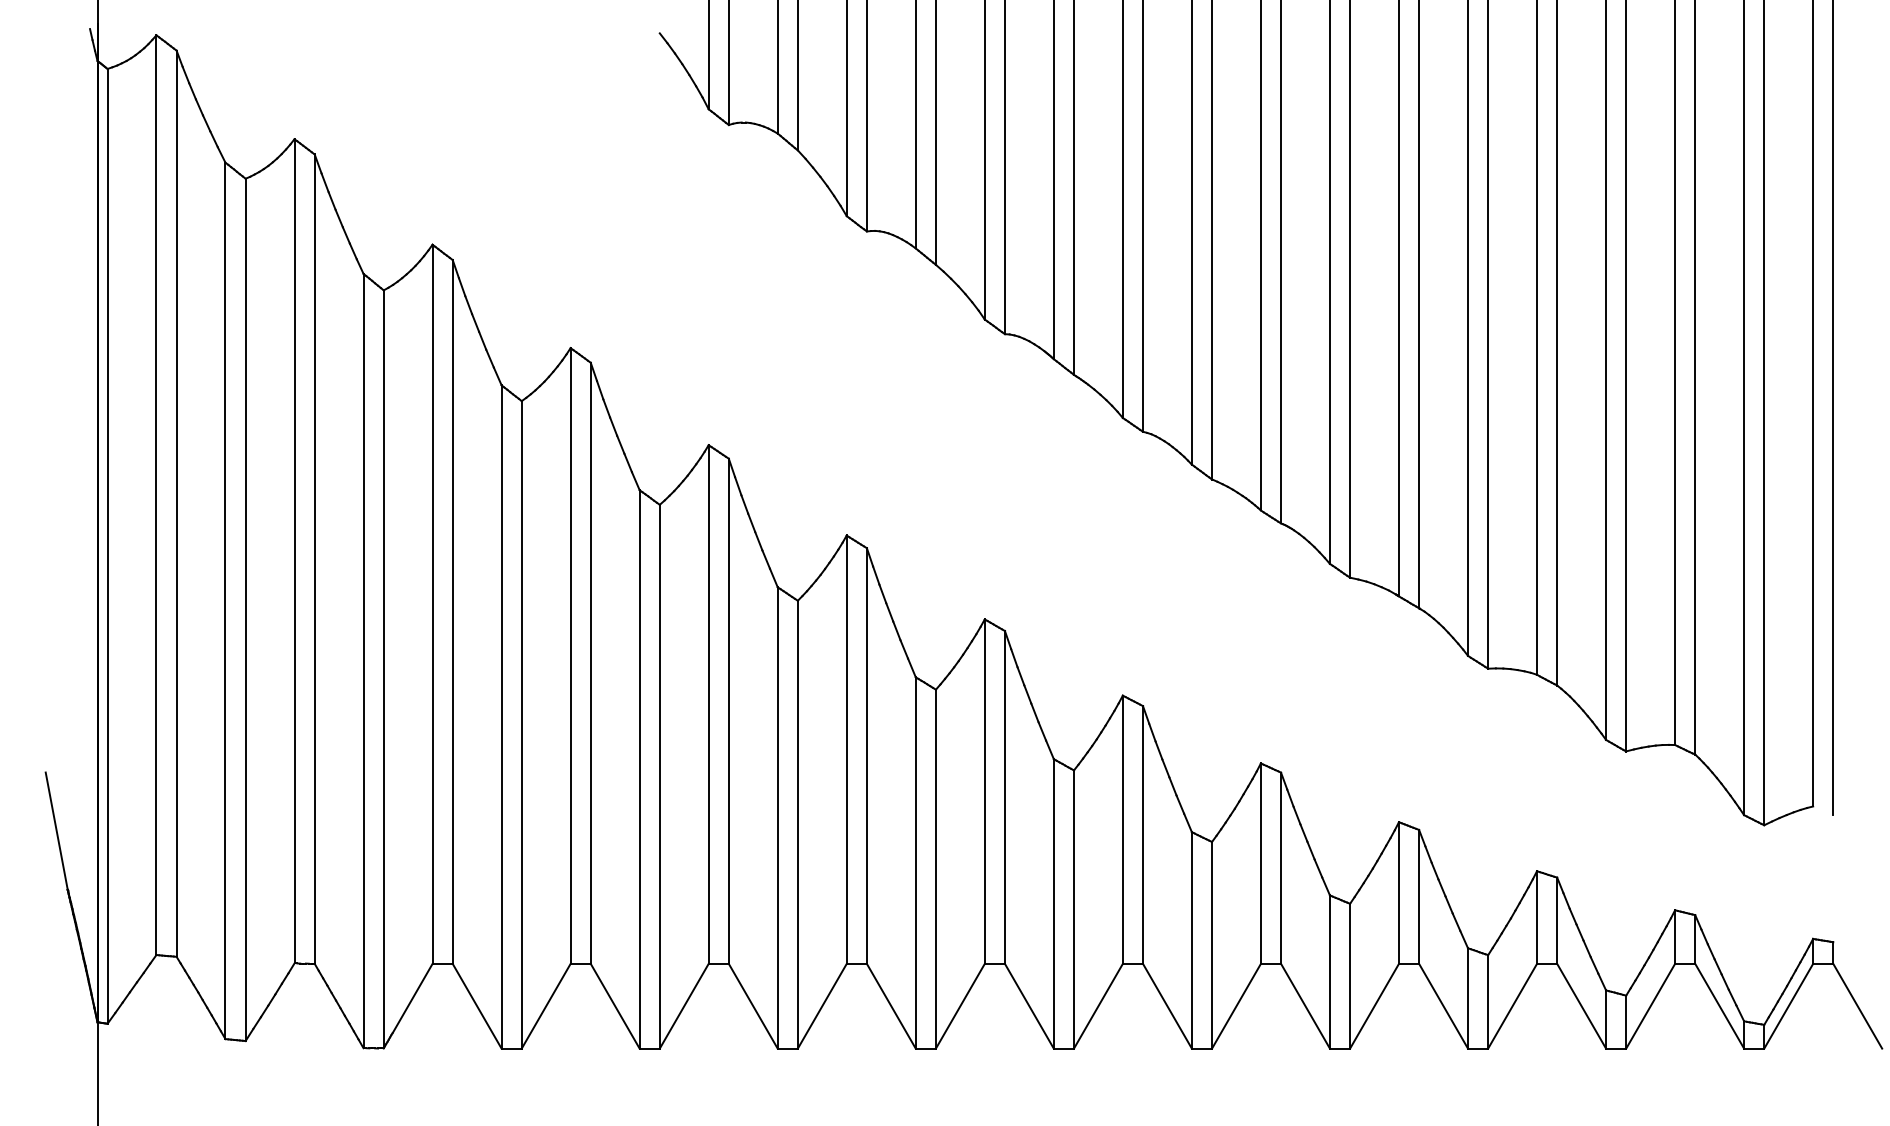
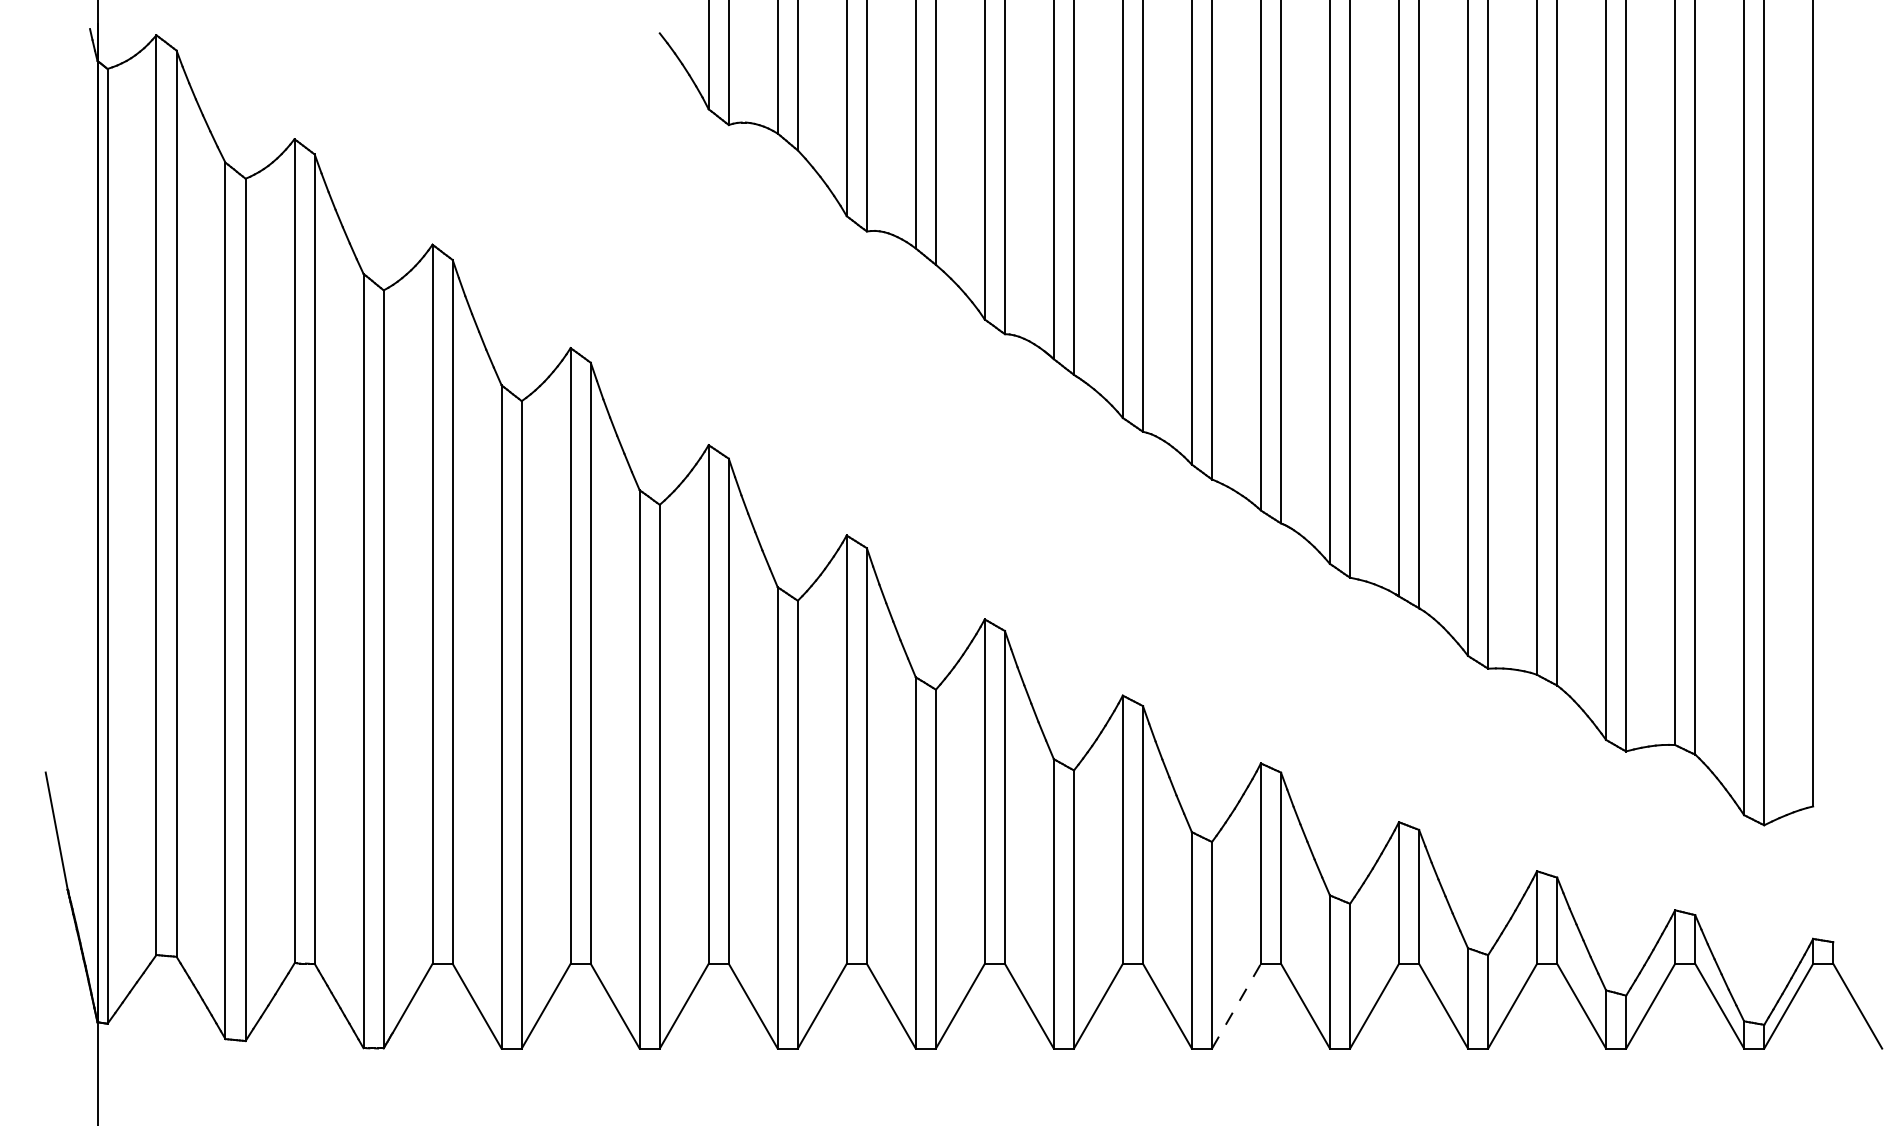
line at (1833, 408): present -> none
line at (1236, 1006): solid -> dashed
